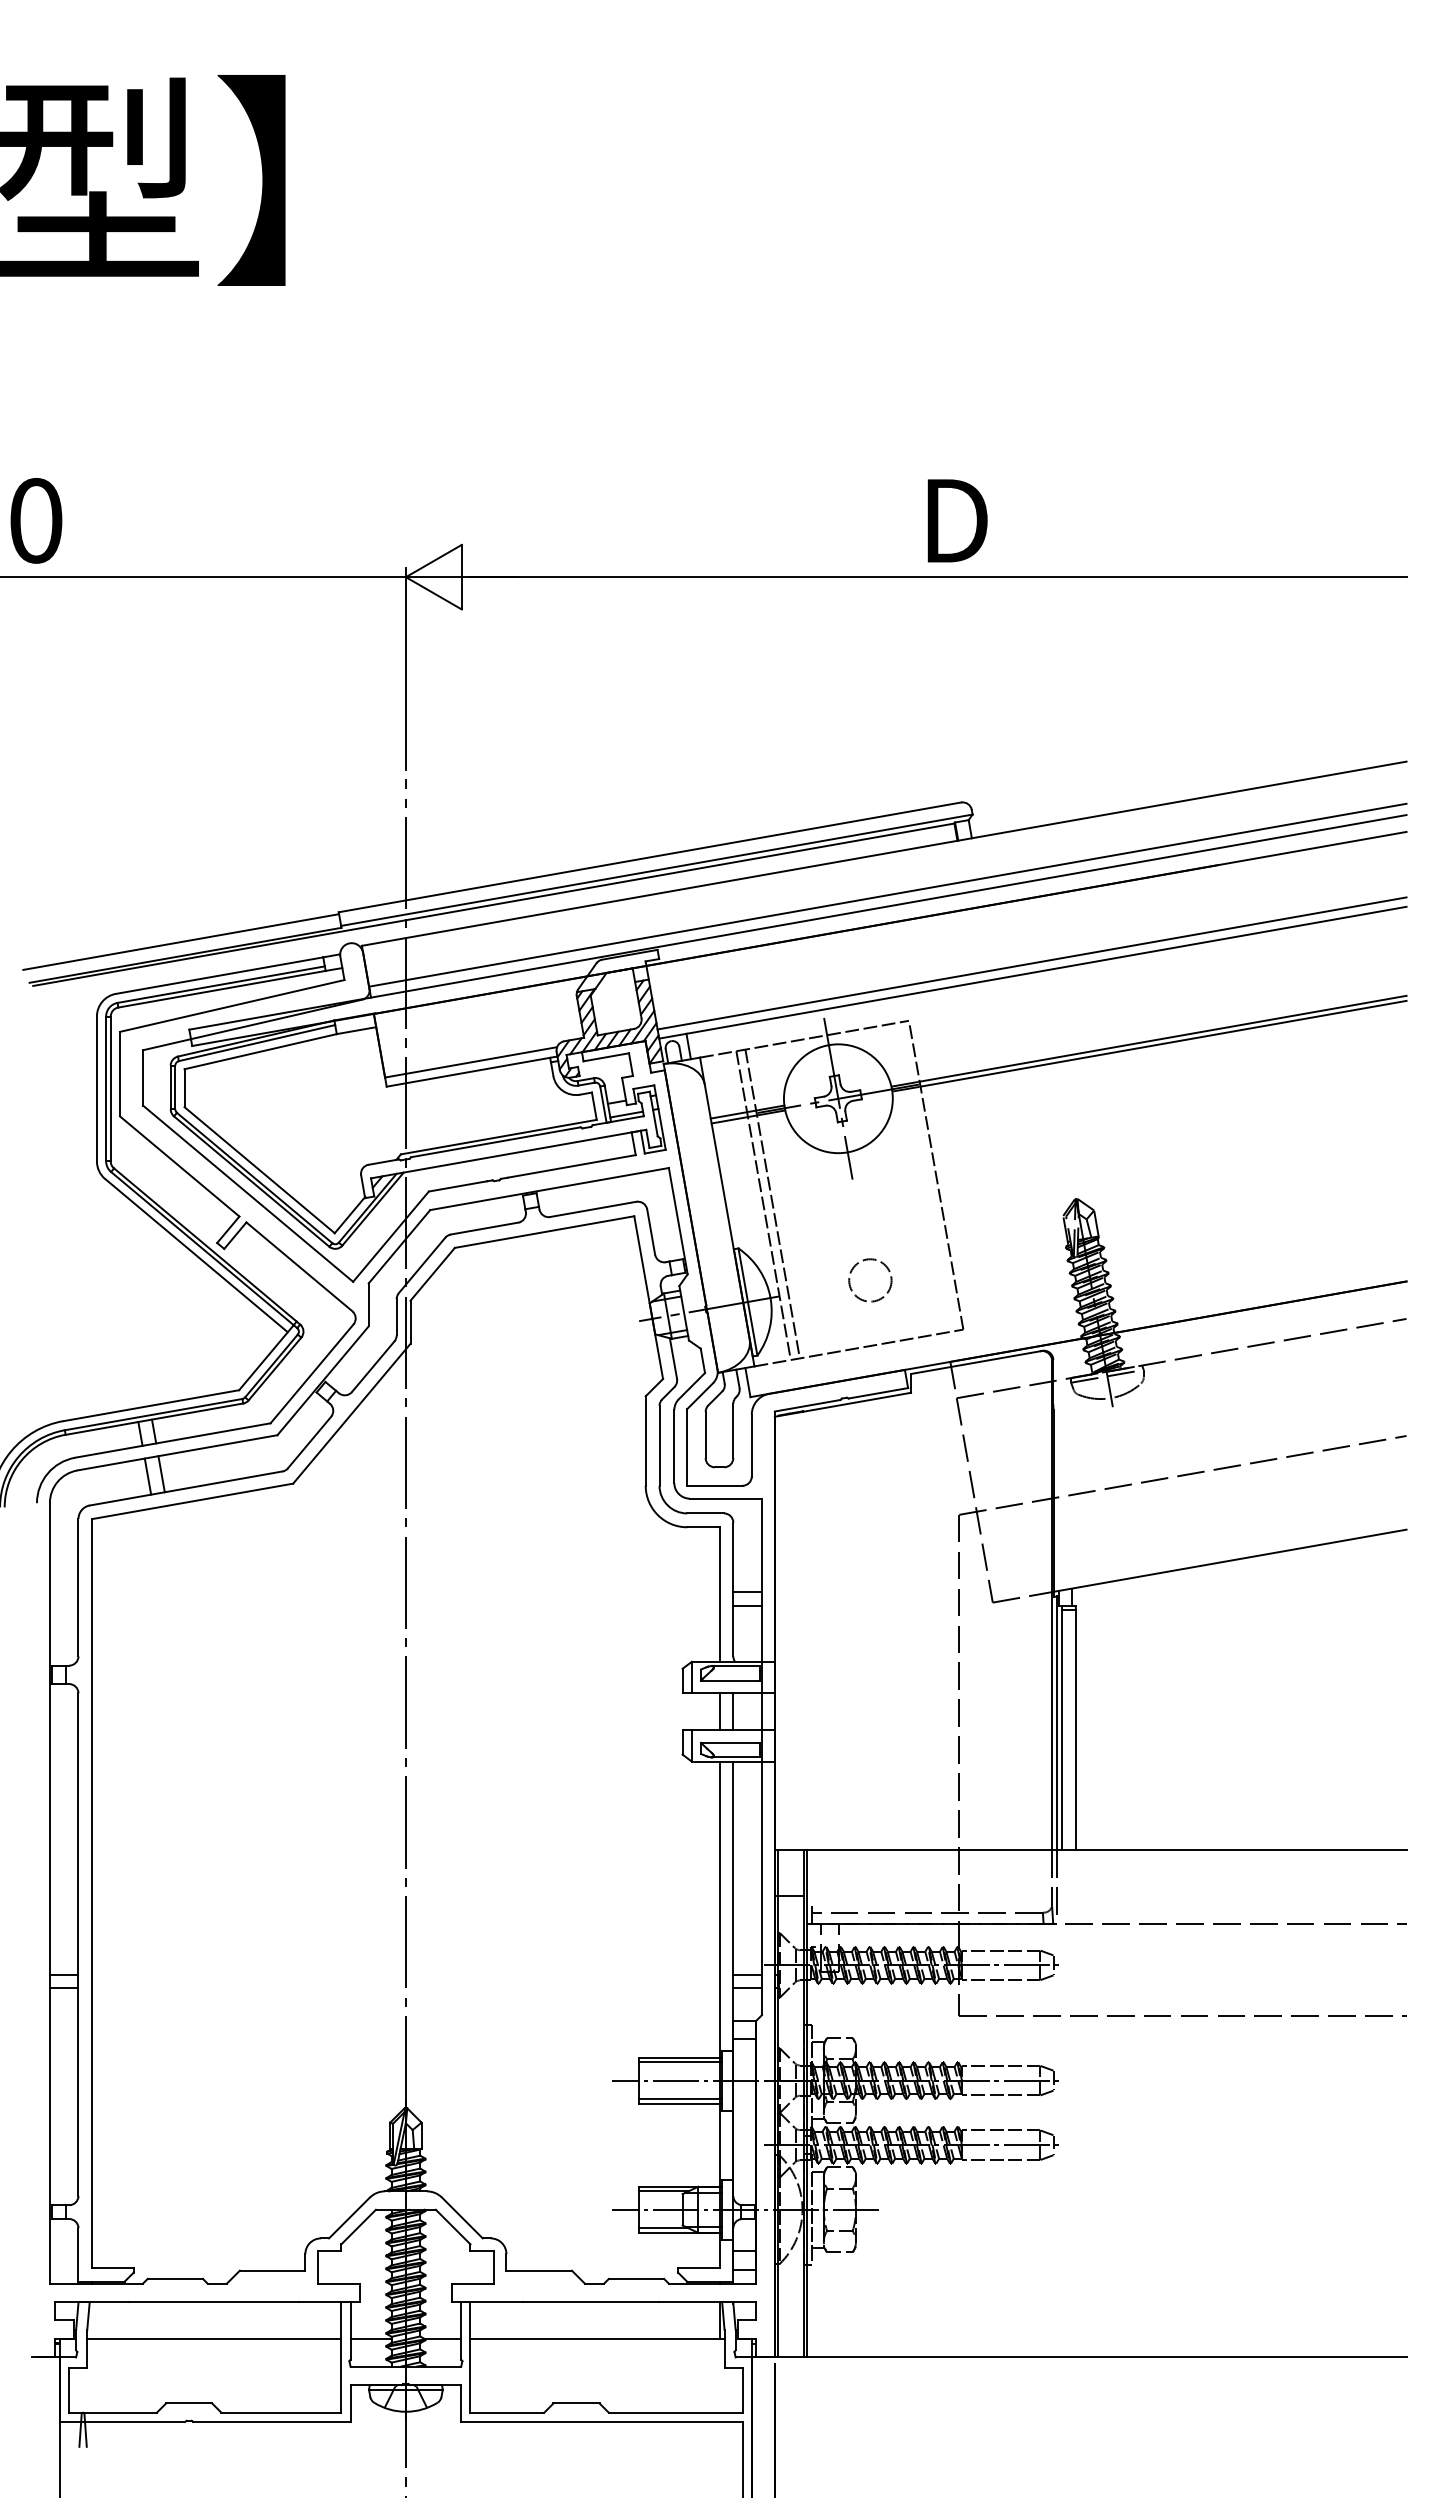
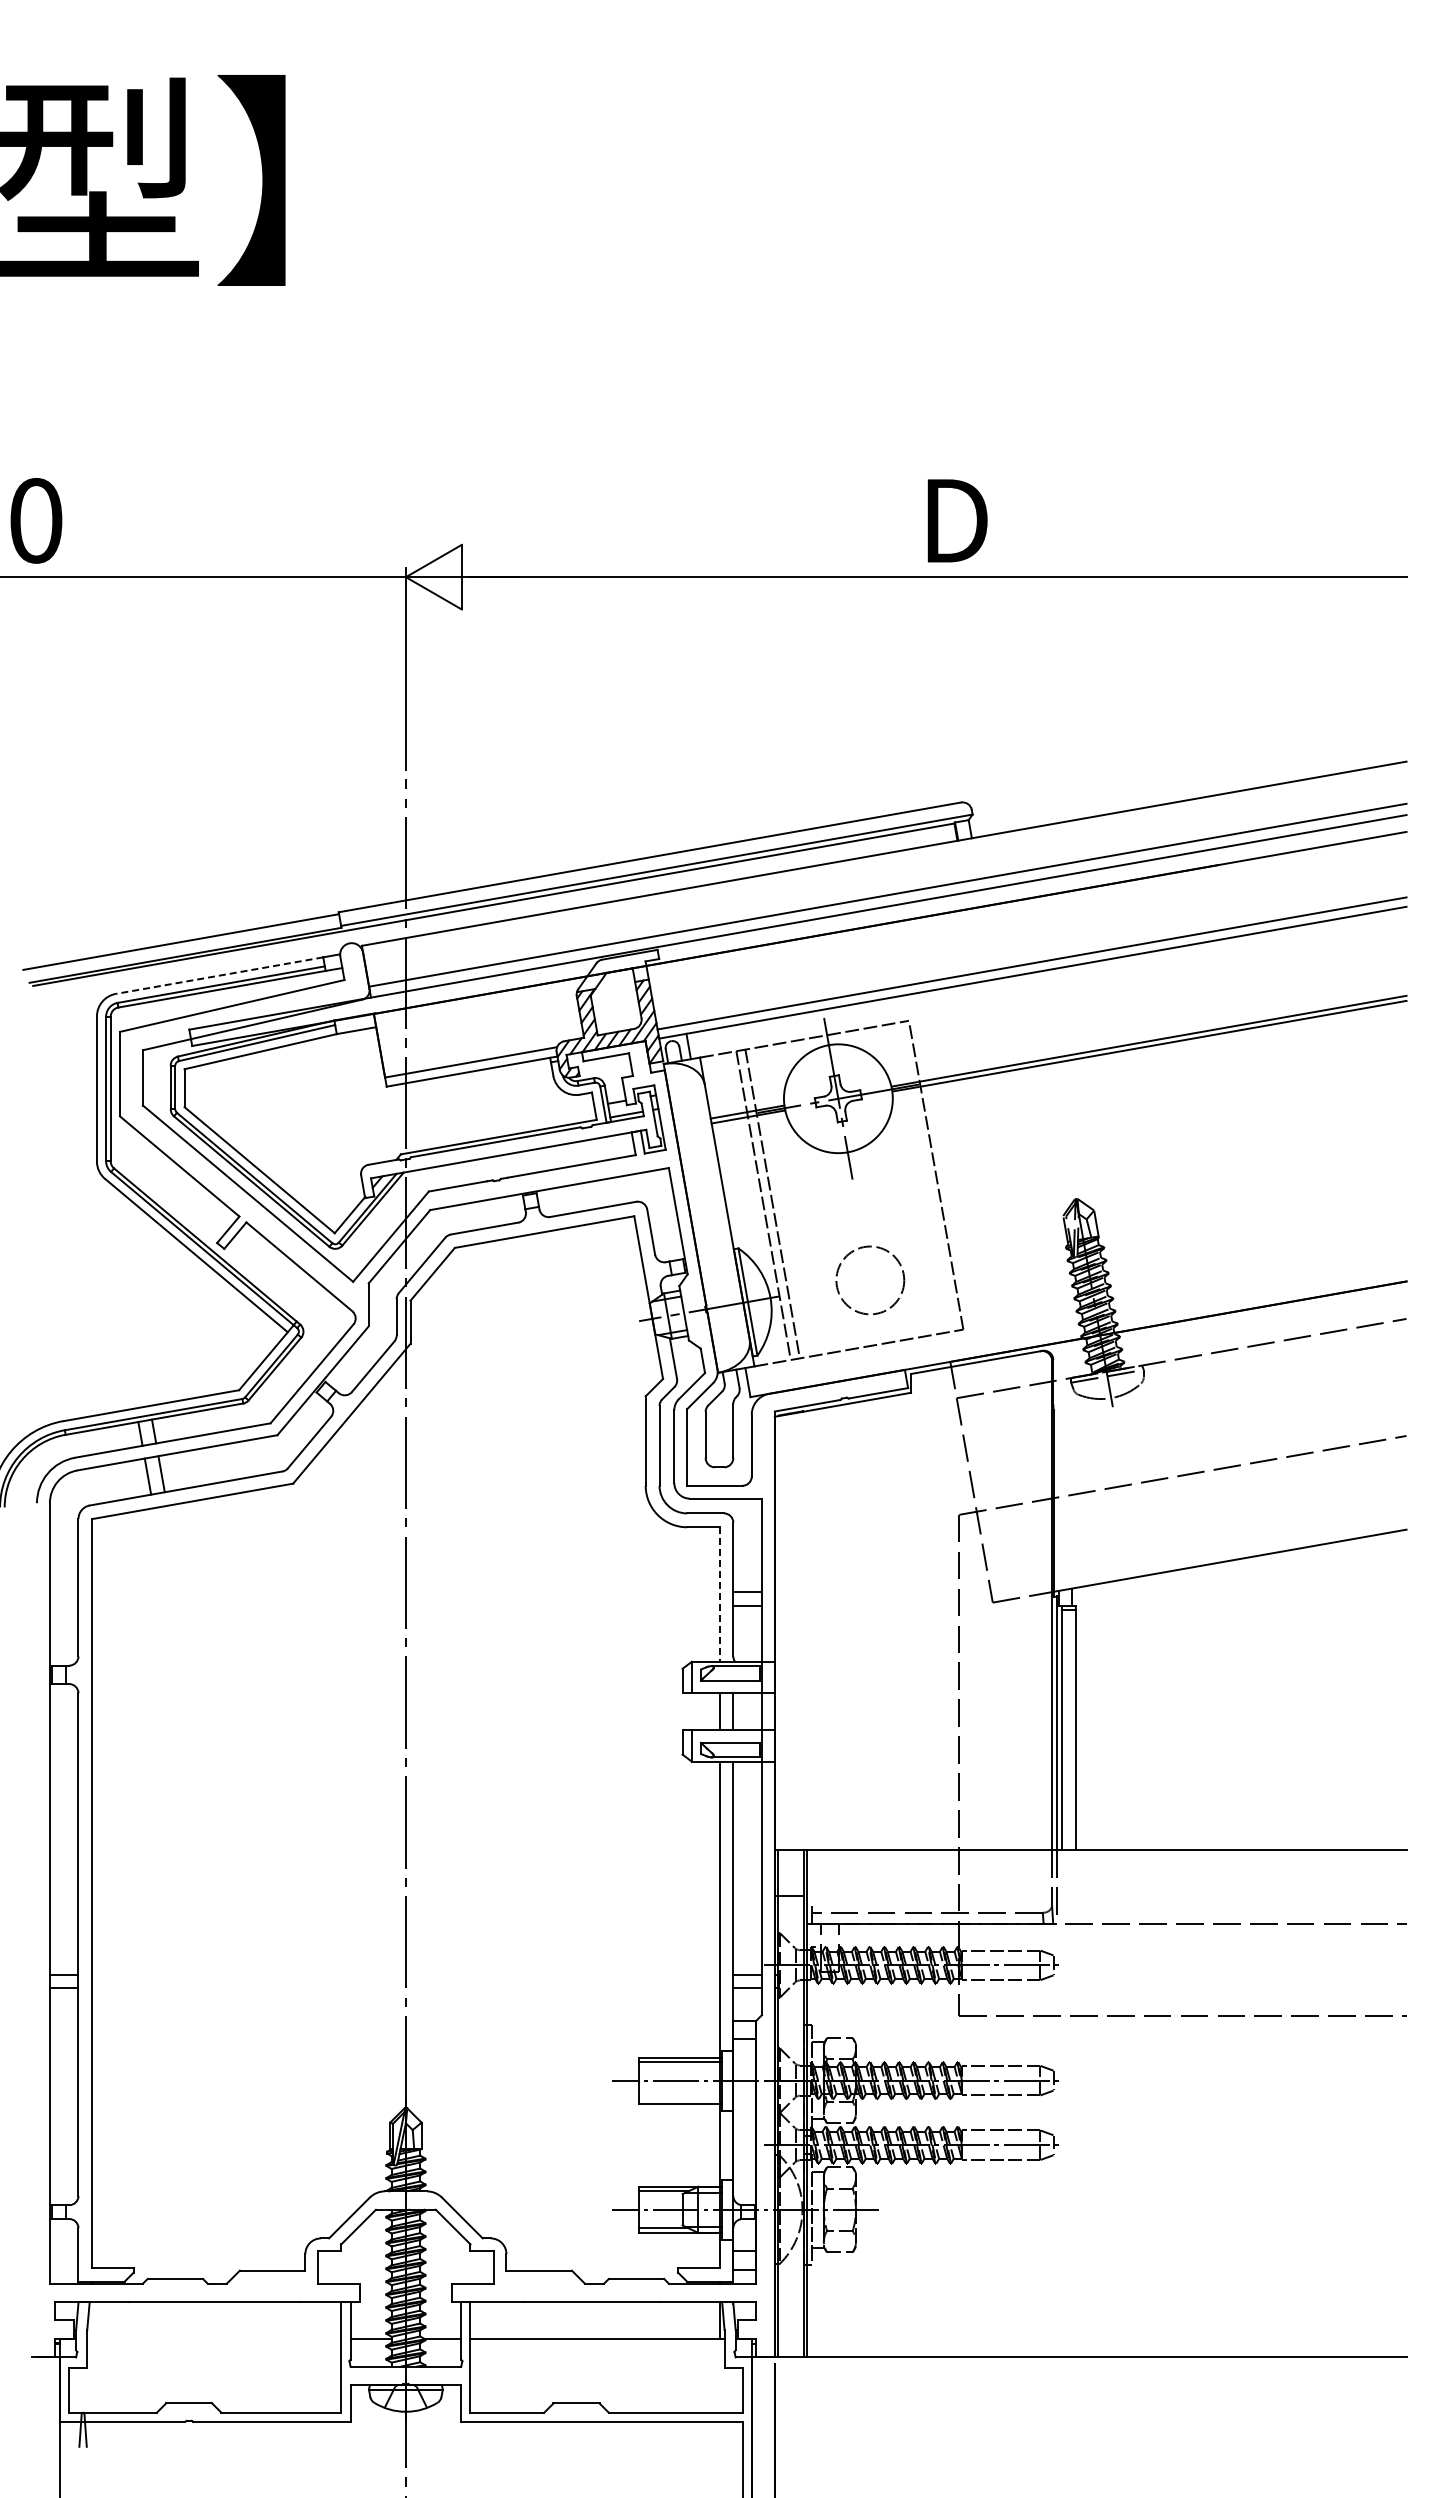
line at (219, 975): solid -> dashed
circle at (870, 1280) size: 45x45 px -> 71x71 px
line at (719, 1595): solid -> dashed
line at (680, 2099): present -> none
line at (214, 2338): present -> none
